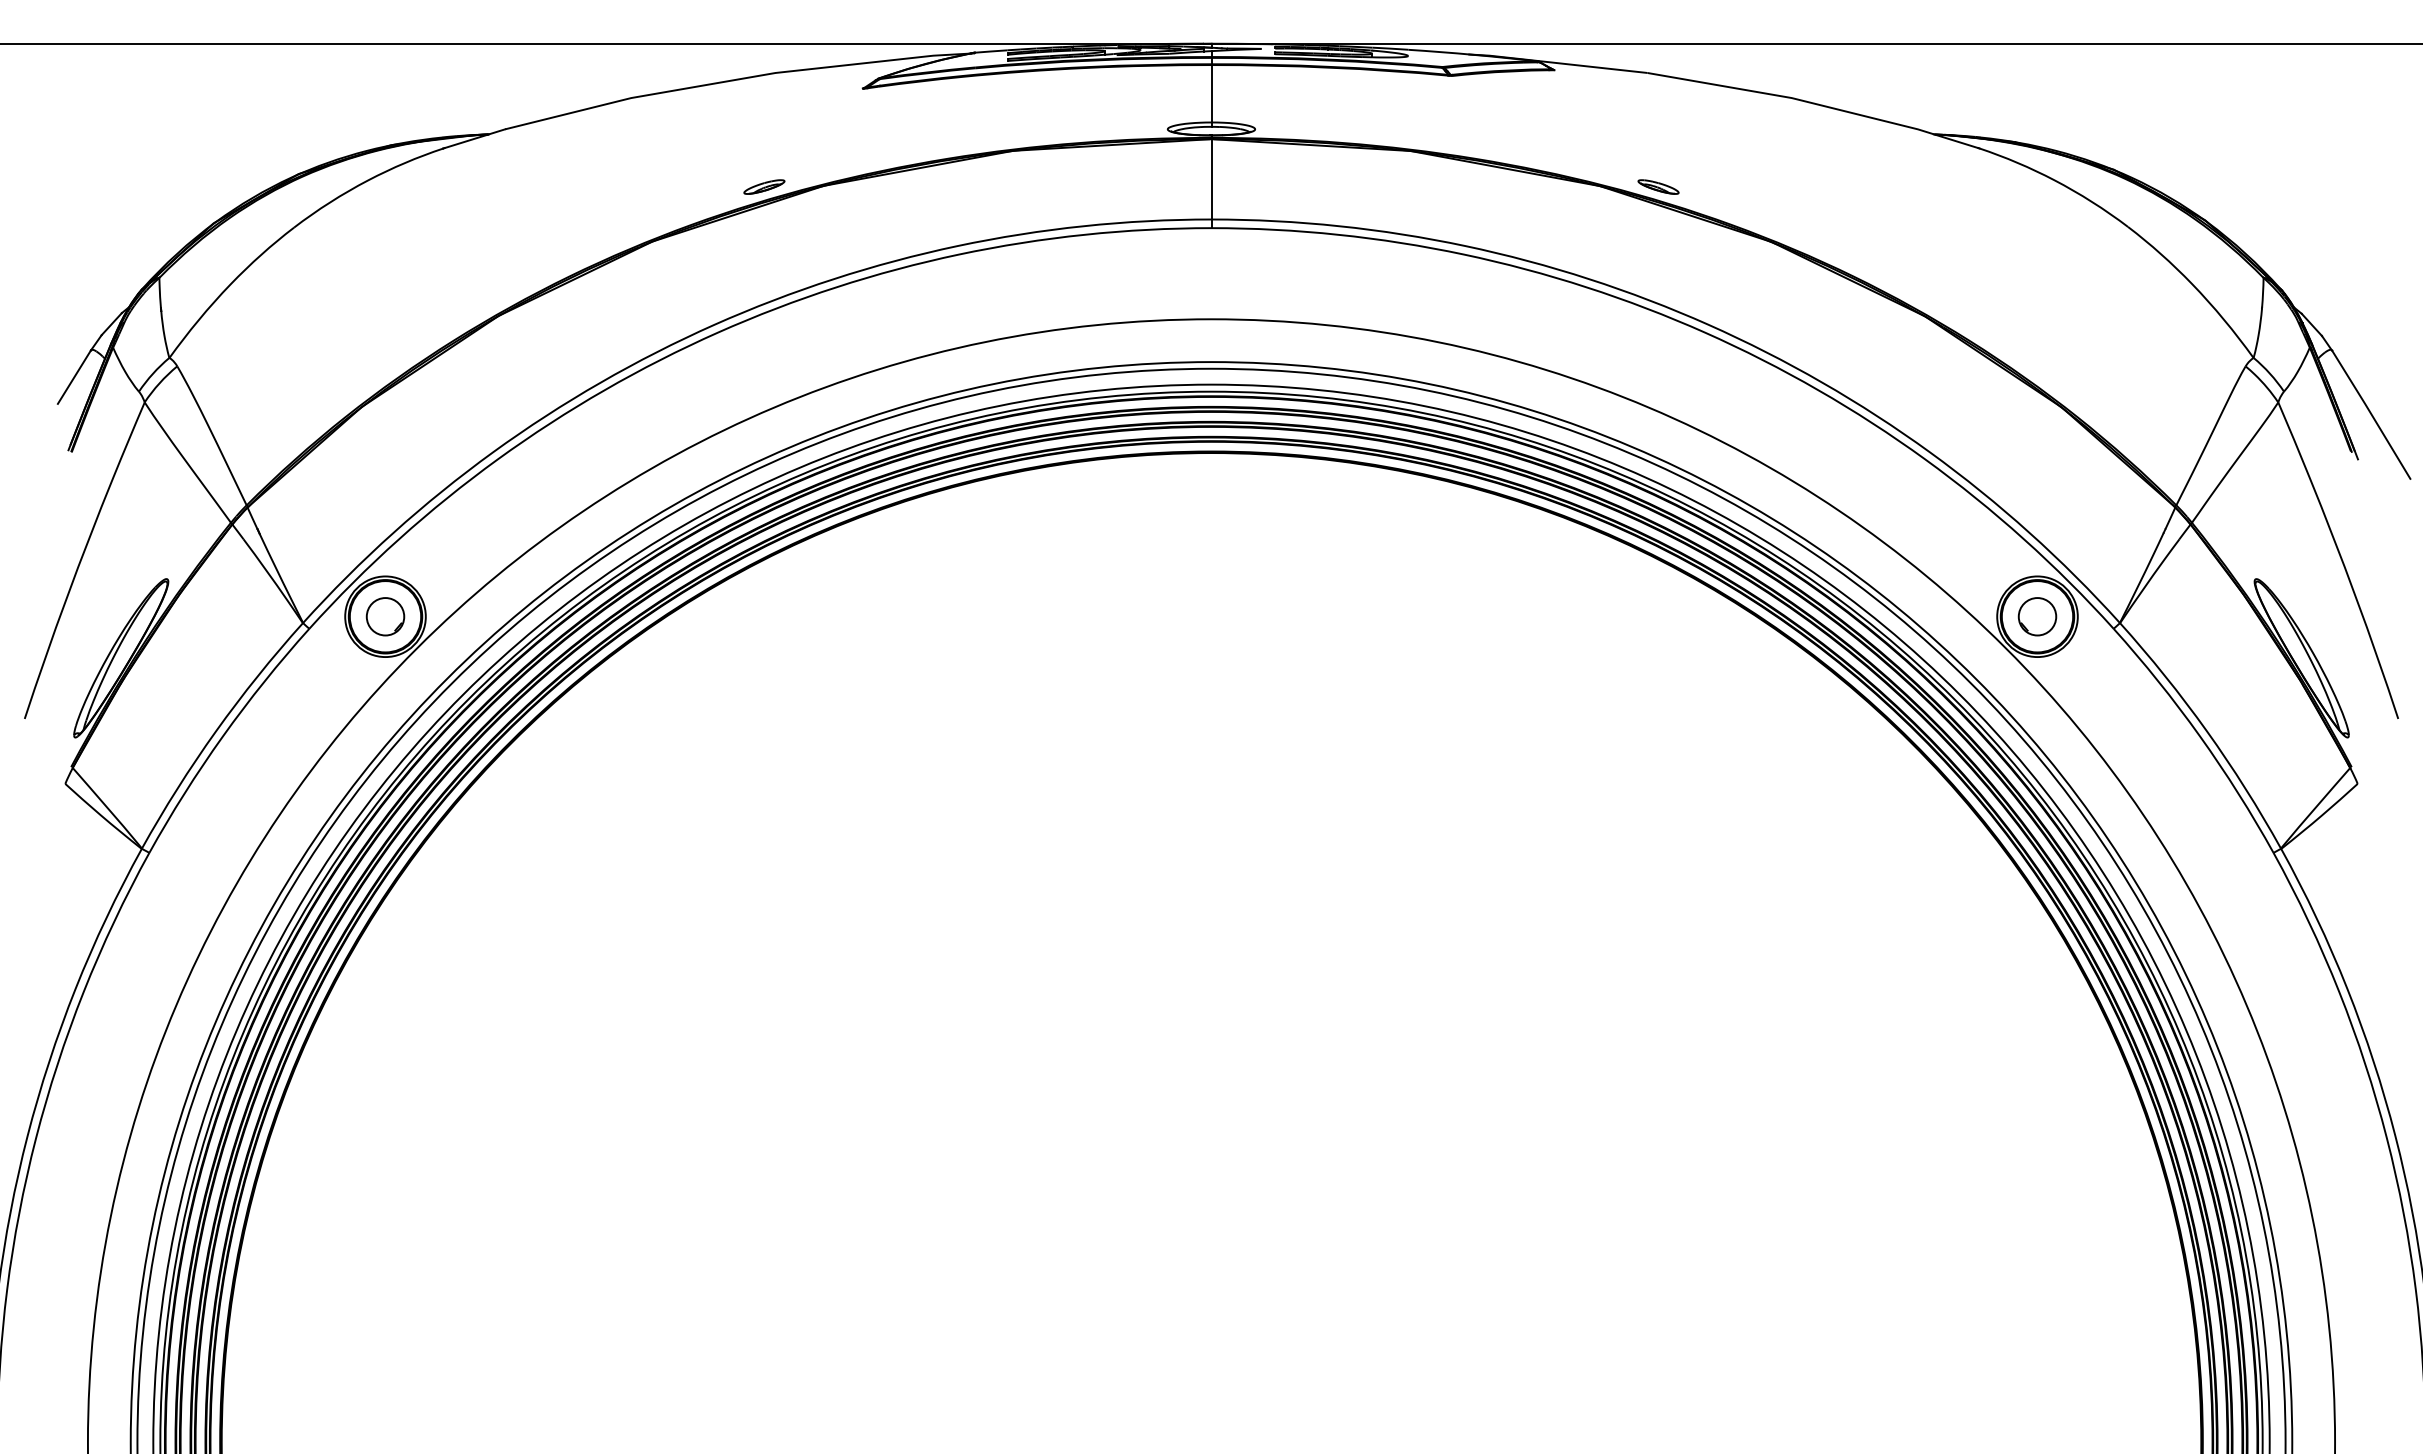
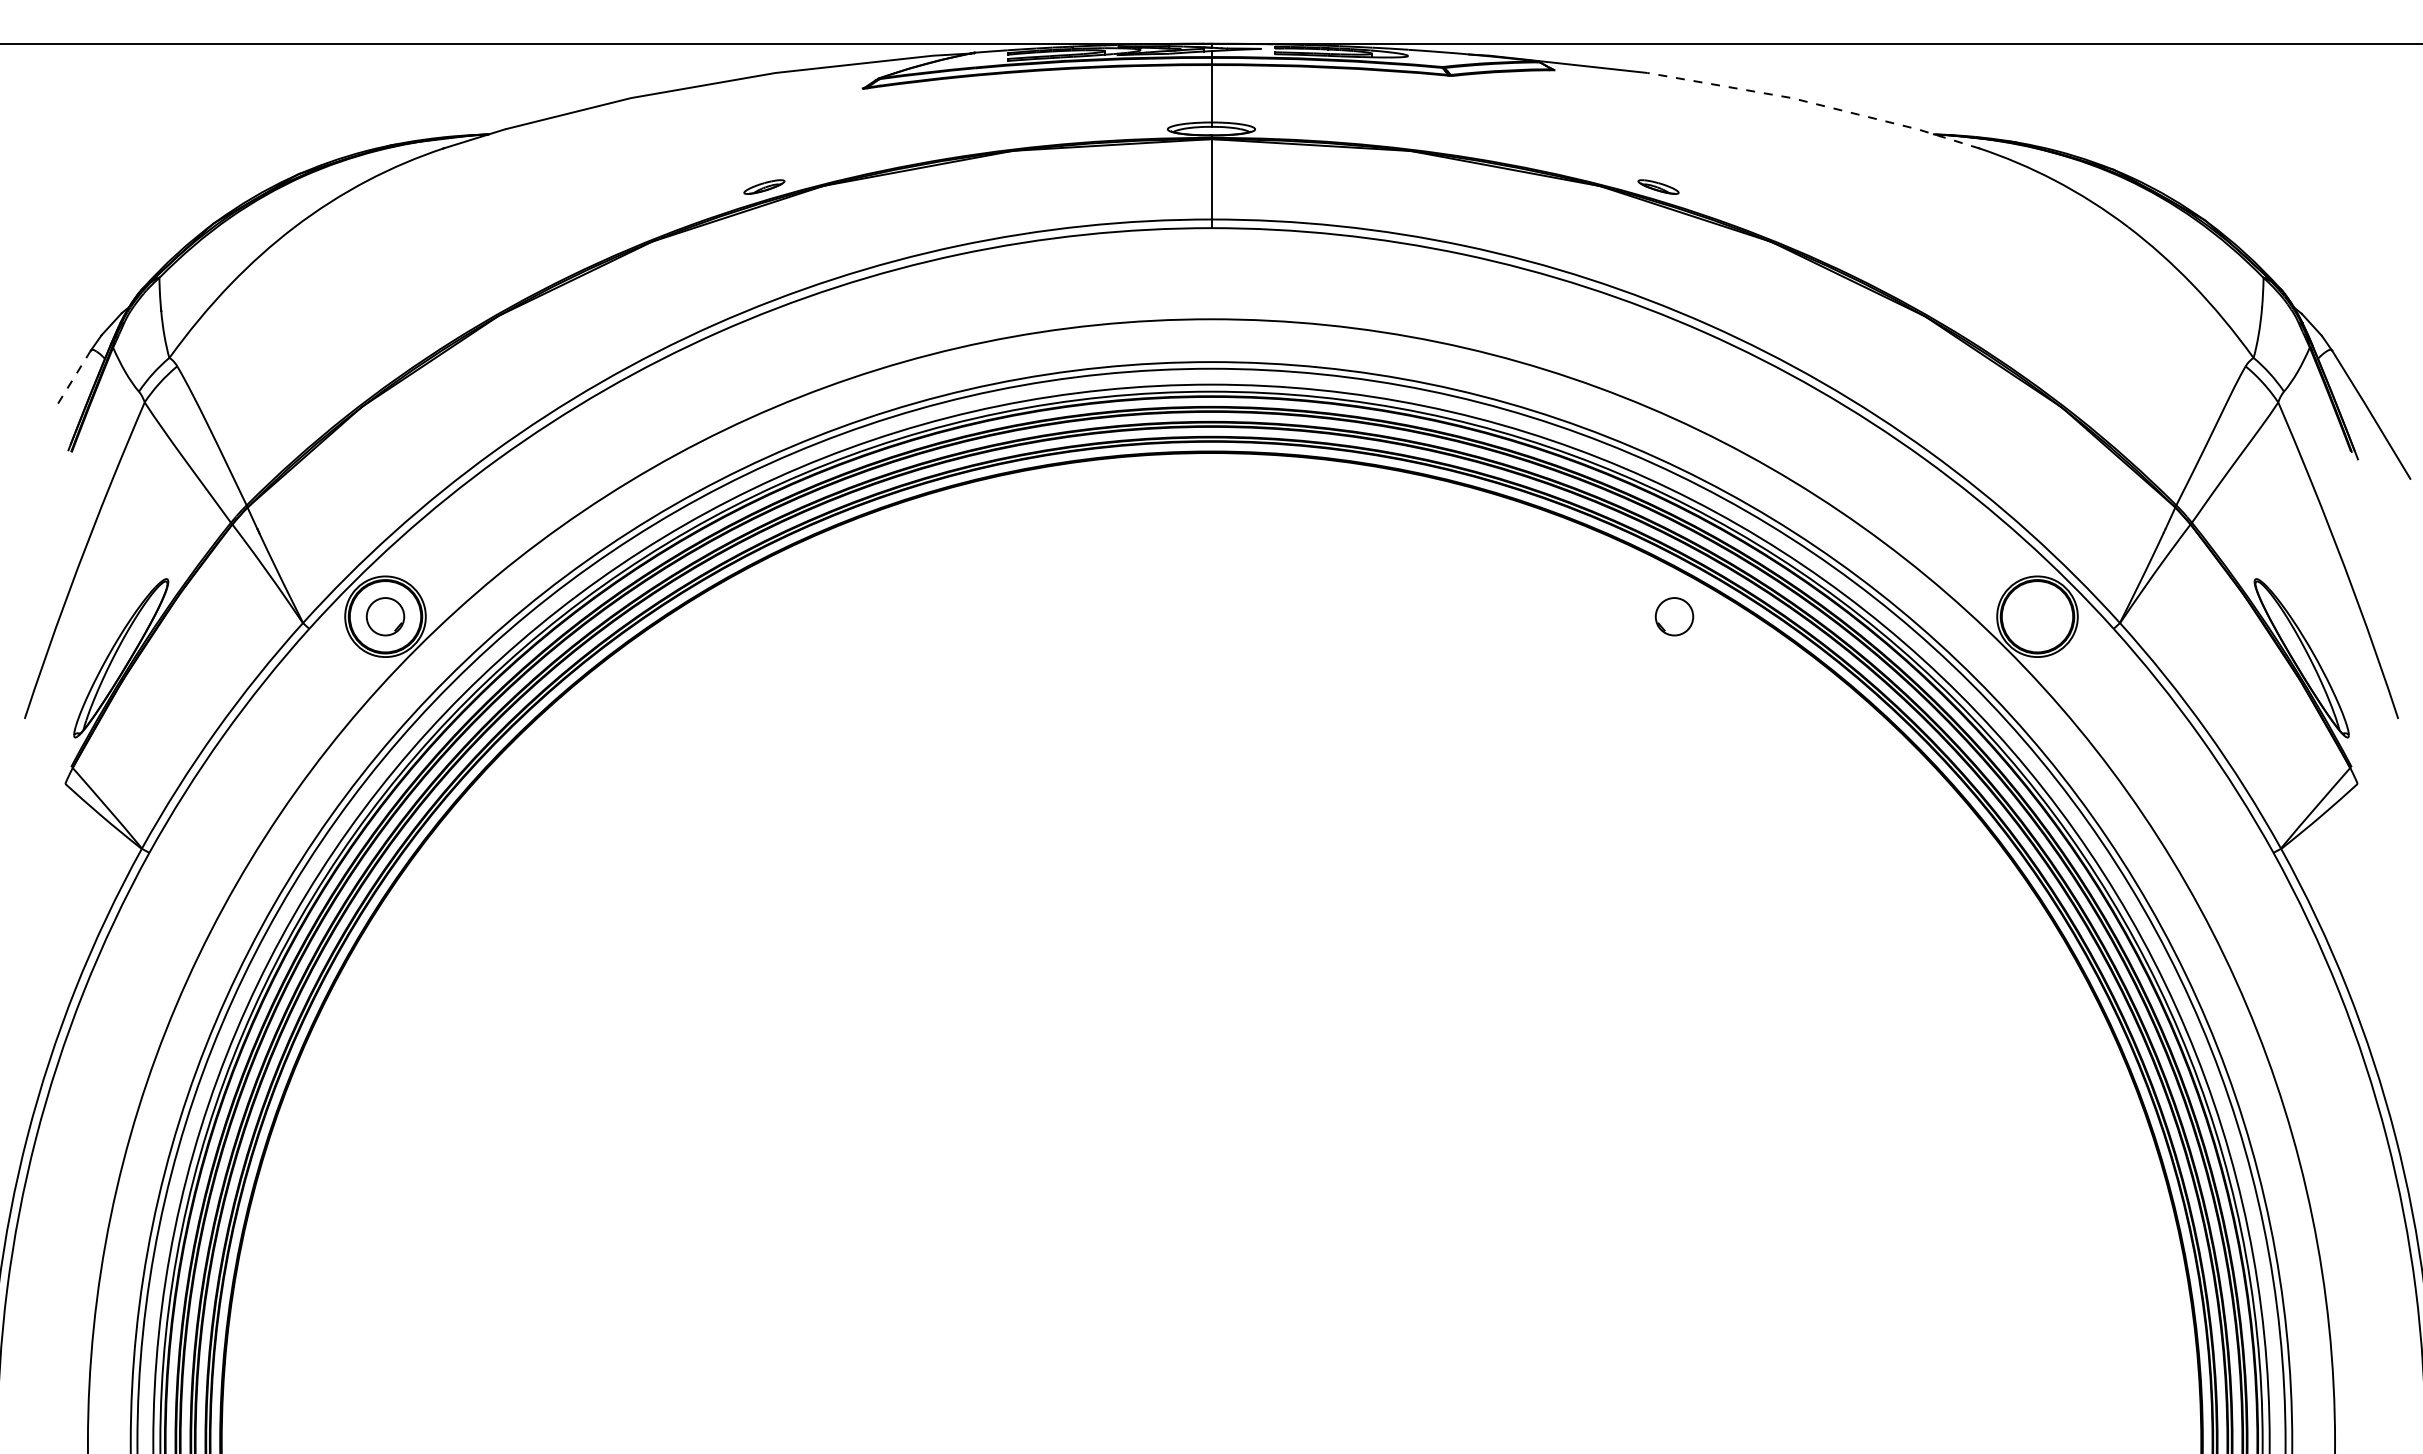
line at (1814, 103): solid -> dashed
line at (74, 377): solid -> dashed
part at (2037, 616) position: (2037, 616) -> (1674, 616)
